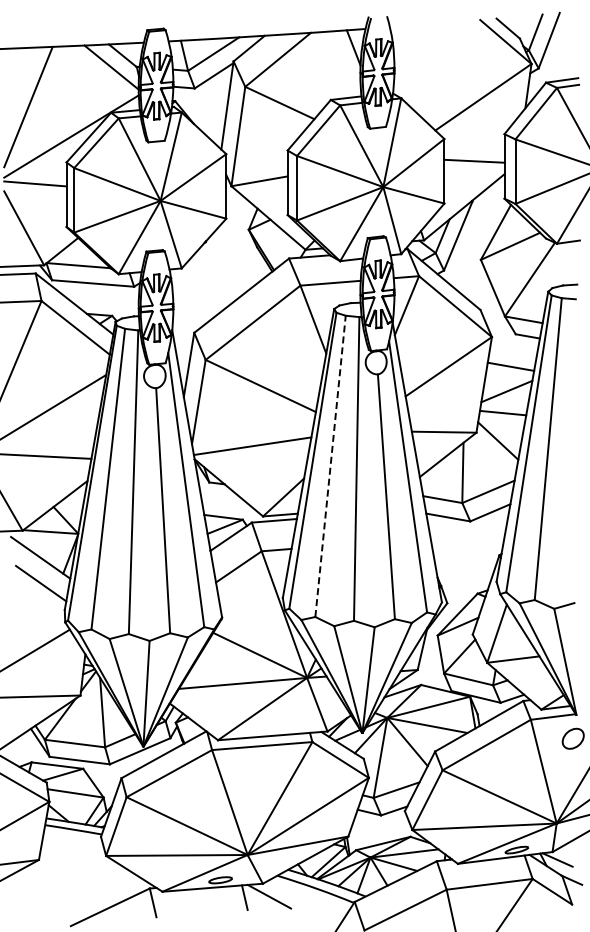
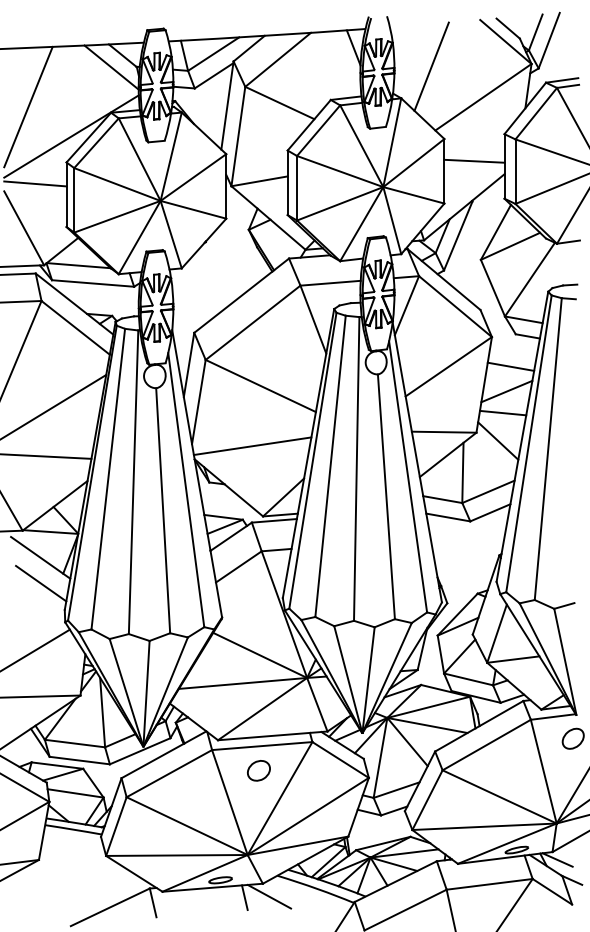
line at (431, 66): none -> present
line at (330, 465): dashed -> solid
part at (258, 770): none -> present
